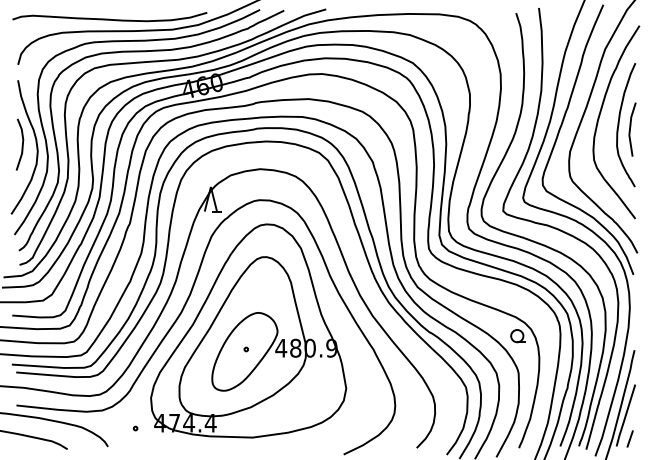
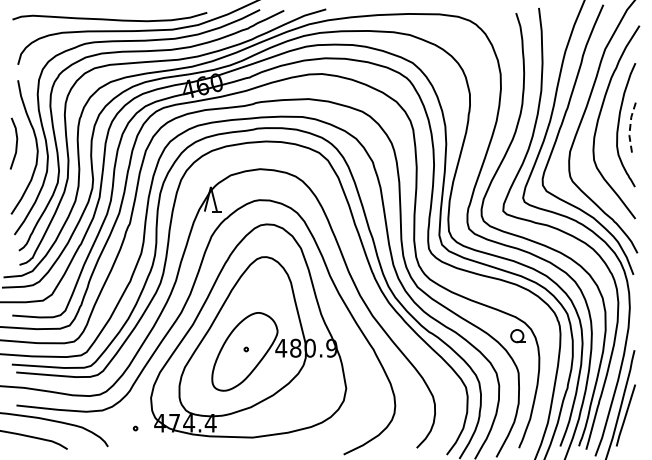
line at (629, 129): solid -> dashed
line at (21, 145) position: (21, 145) -> (15, 144)
line at (629, 438): present -> none
